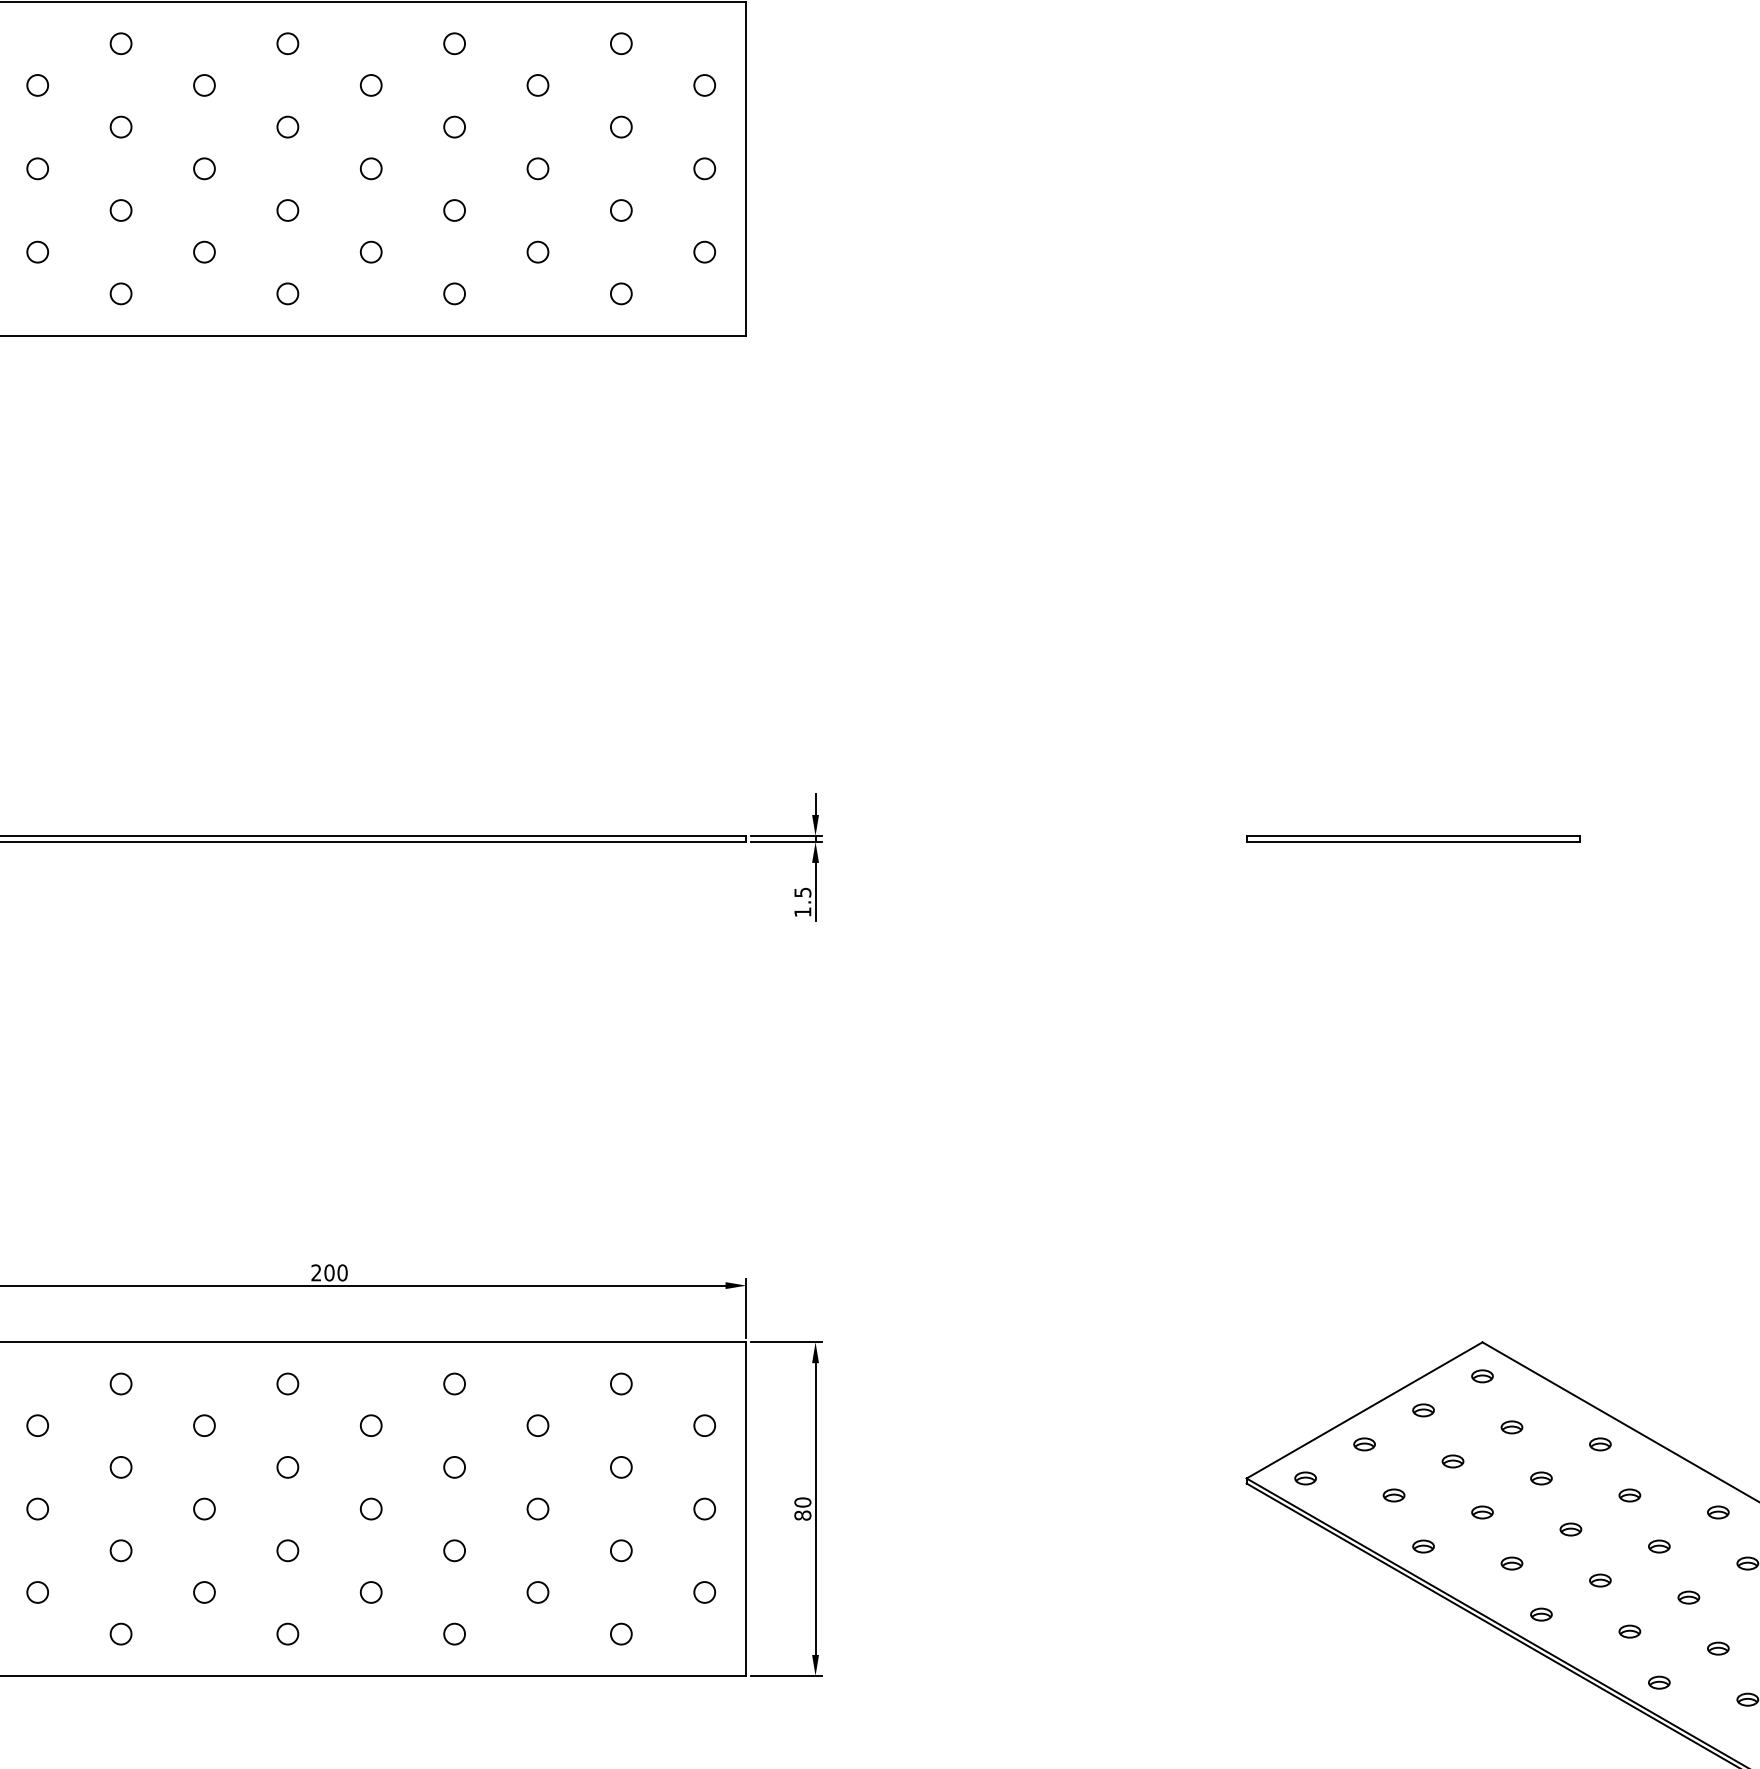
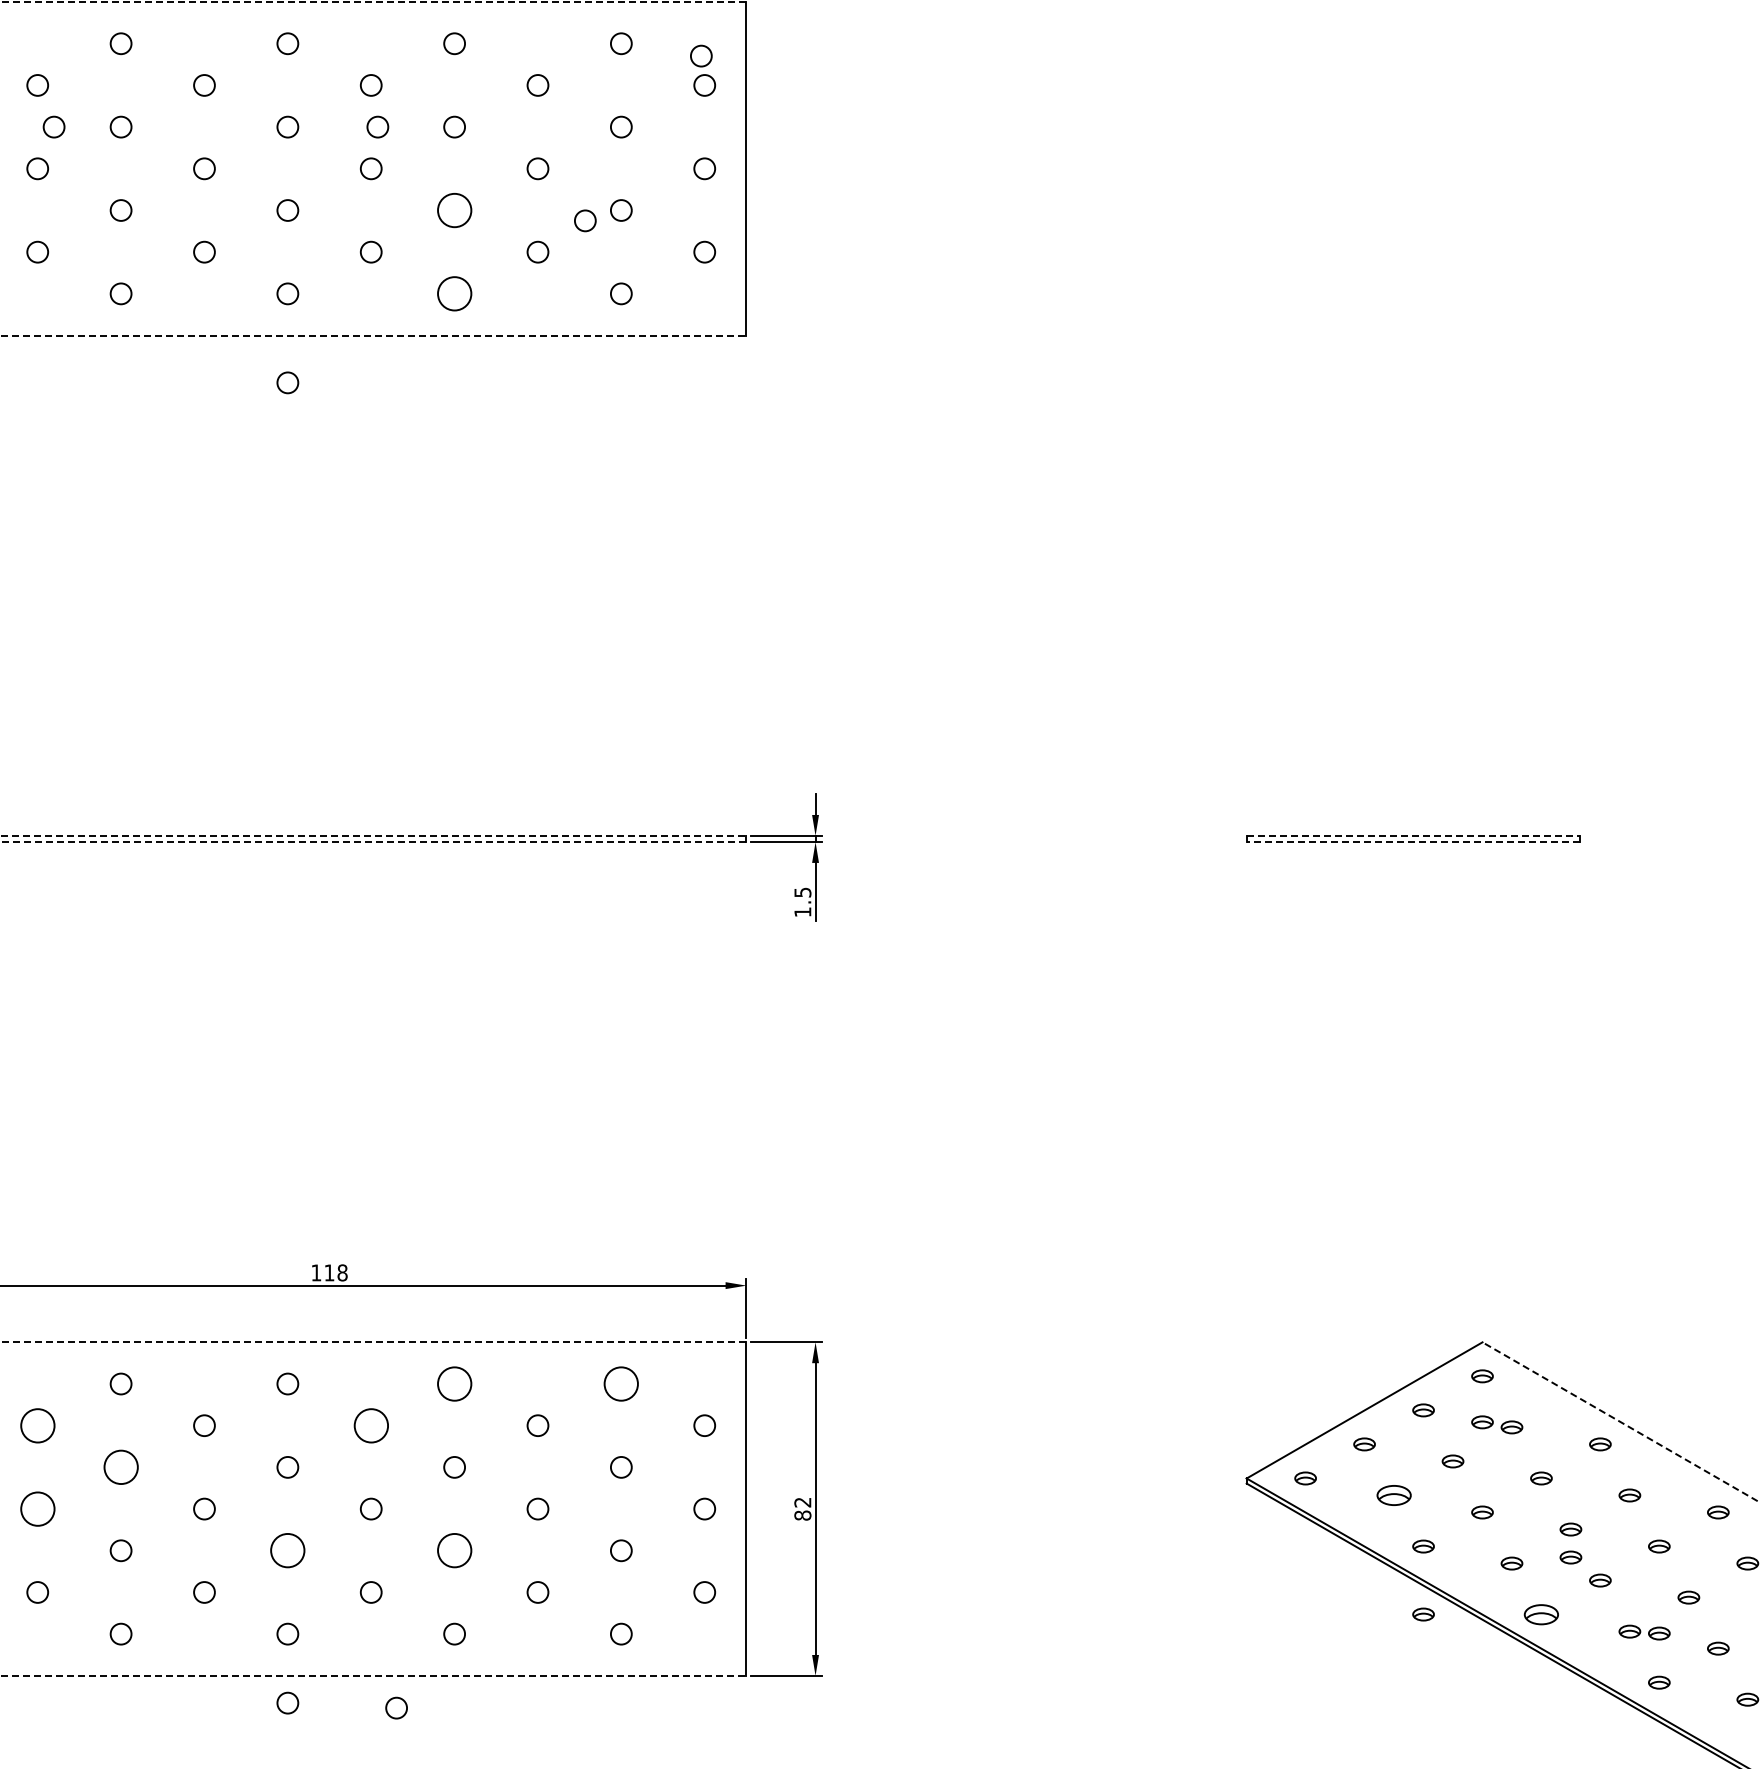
line at (373, 2): solid -> dashed
circle at (701, 55): none -> present
circle at (53, 126): none -> present
circle at (377, 126): none -> present
circle at (454, 210) size: 23x23 px -> 36x36 px
circle at (585, 220): none -> present
circle at (454, 293) size: 23x24 px -> 36x36 px
line at (373, 335): solid -> dashed
circle at (287, 382): none -> present
line at (373, 835): solid -> dashed
line at (1413, 835): solid -> dashed
line at (373, 842): solid -> dashed
line at (1413, 842): solid -> dashed
text at (329, 1272): 200 -> 118
line at (373, 1342): solid -> dashed
circle at (454, 1383) size: 23x24 px -> 36x36 px
circle at (621, 1383) size: 23x24 px -> 36x36 px
part at (1482, 1422): none -> present
line at (1621, 1422): solid -> dashed
circle at (37, 1425) size: 23x23 px -> 36x36 px
circle at (370, 1425) size: 24x23 px -> 36x36 px
circle at (120, 1467) size: 24x23 px -> 36x36 px
part at (1393, 1495) size: 24x15 px -> 36x21 px
text at (802, 1502): 80 -> 82
circle at (37, 1508) size: 23x24 px -> 36x36 px
circle at (287, 1550) size: 24x24 px -> 36x36 px
circle at (454, 1550) size: 23x24 px -> 36x36 px
part at (1570, 1557): none -> present
part at (1423, 1614): none -> present
part at (1541, 1614) size: 23x15 px -> 36x22 px
part at (1659, 1633): none -> present
line at (373, 1675): solid -> dashed
circle at (287, 1702): none -> present
circle at (396, 1707): none -> present
